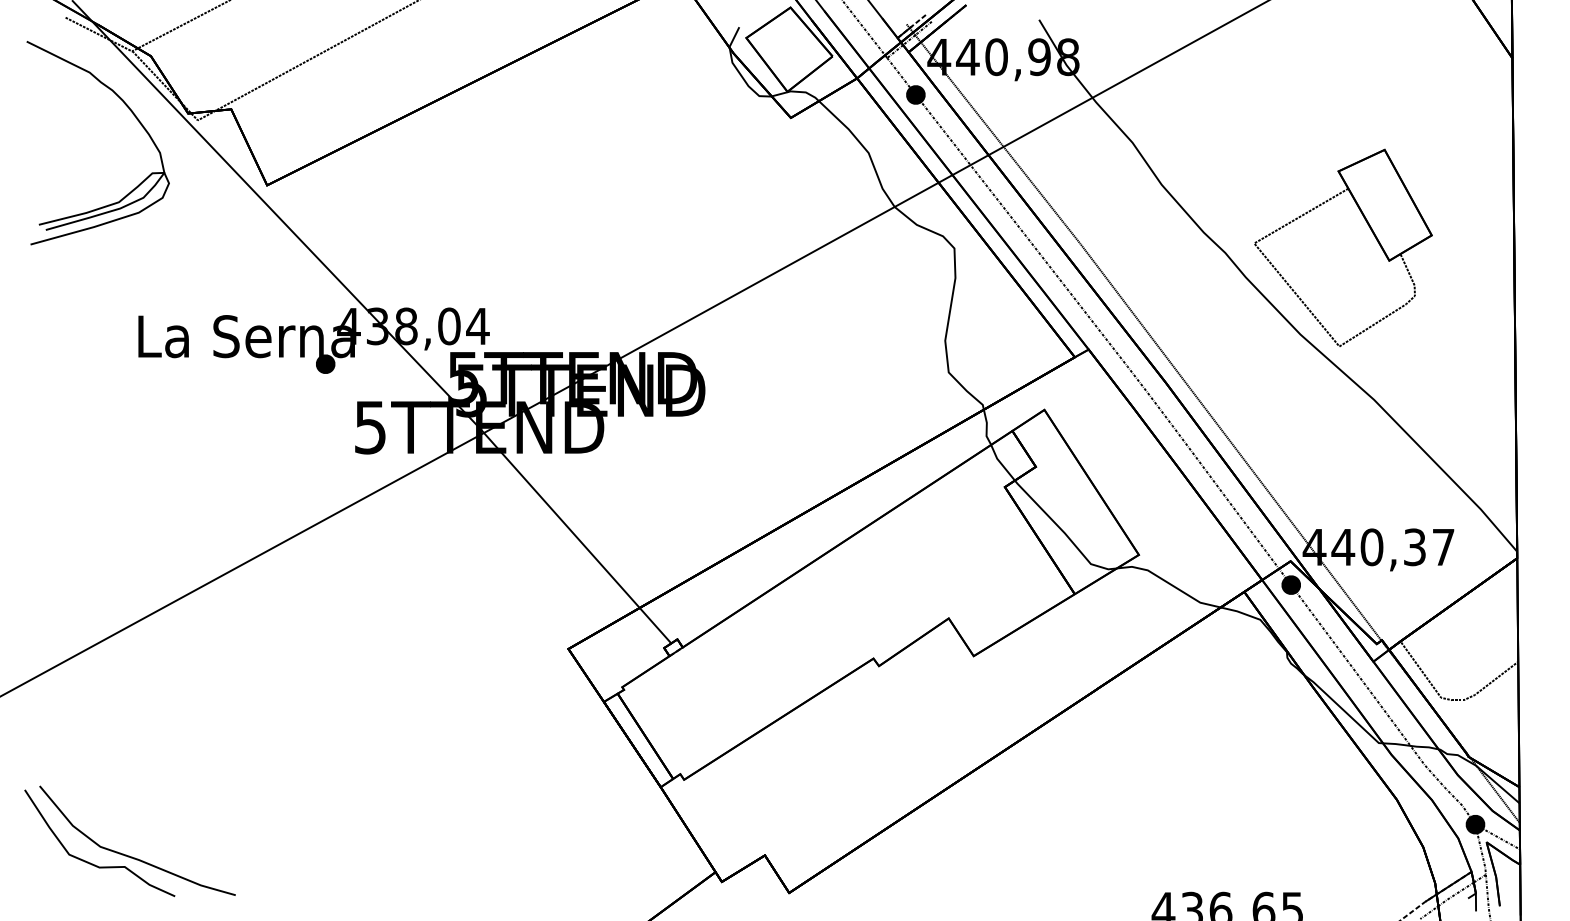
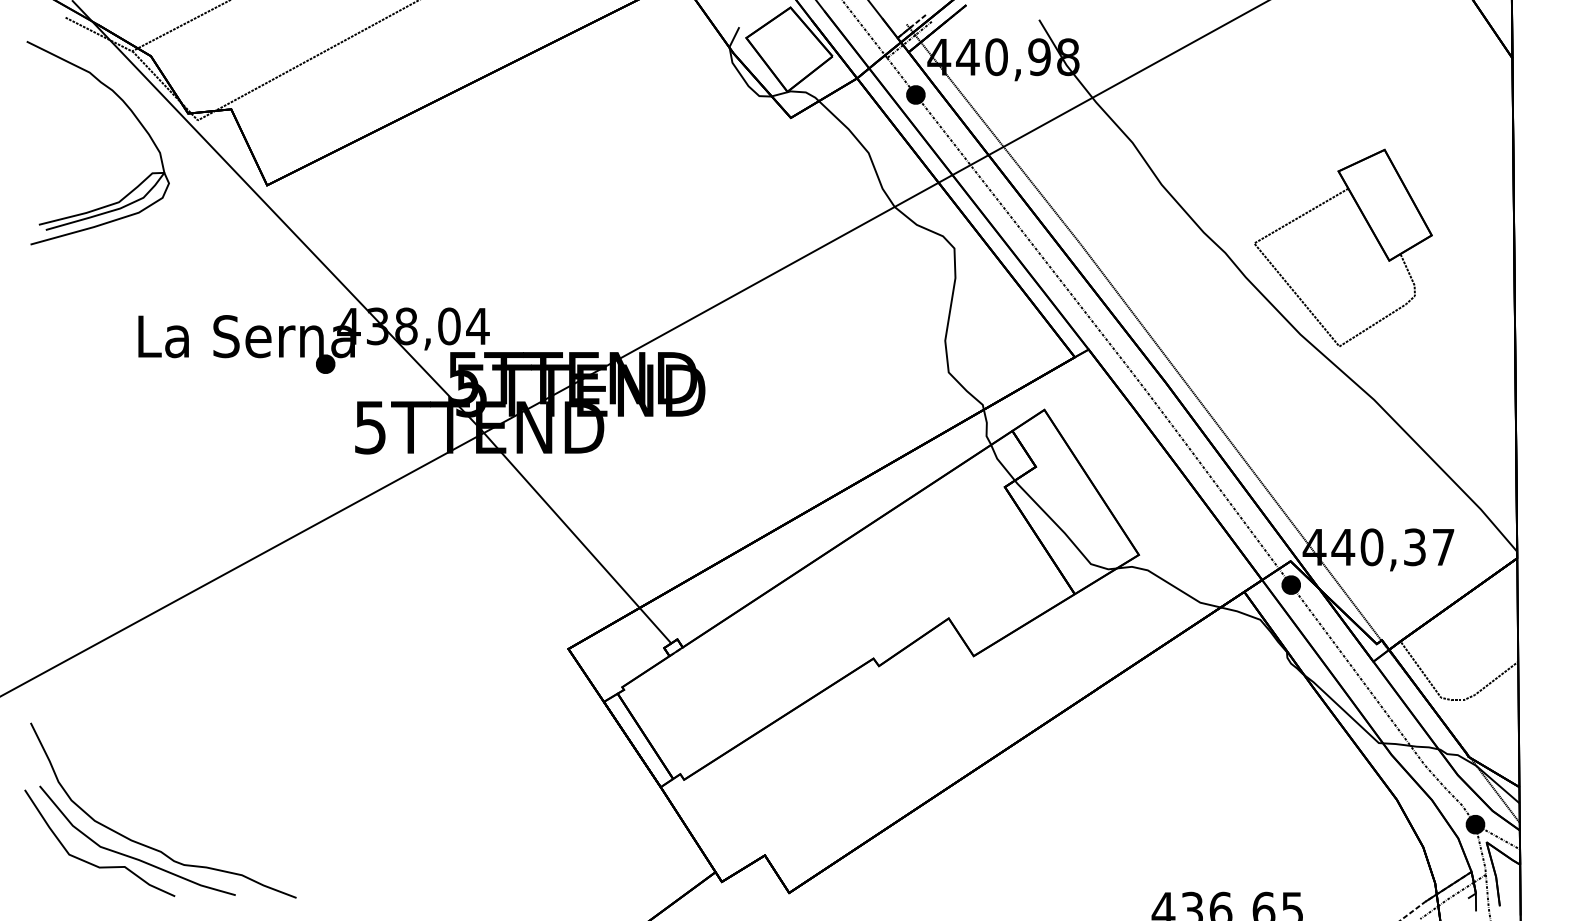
curve at (150, 846): none -> present
